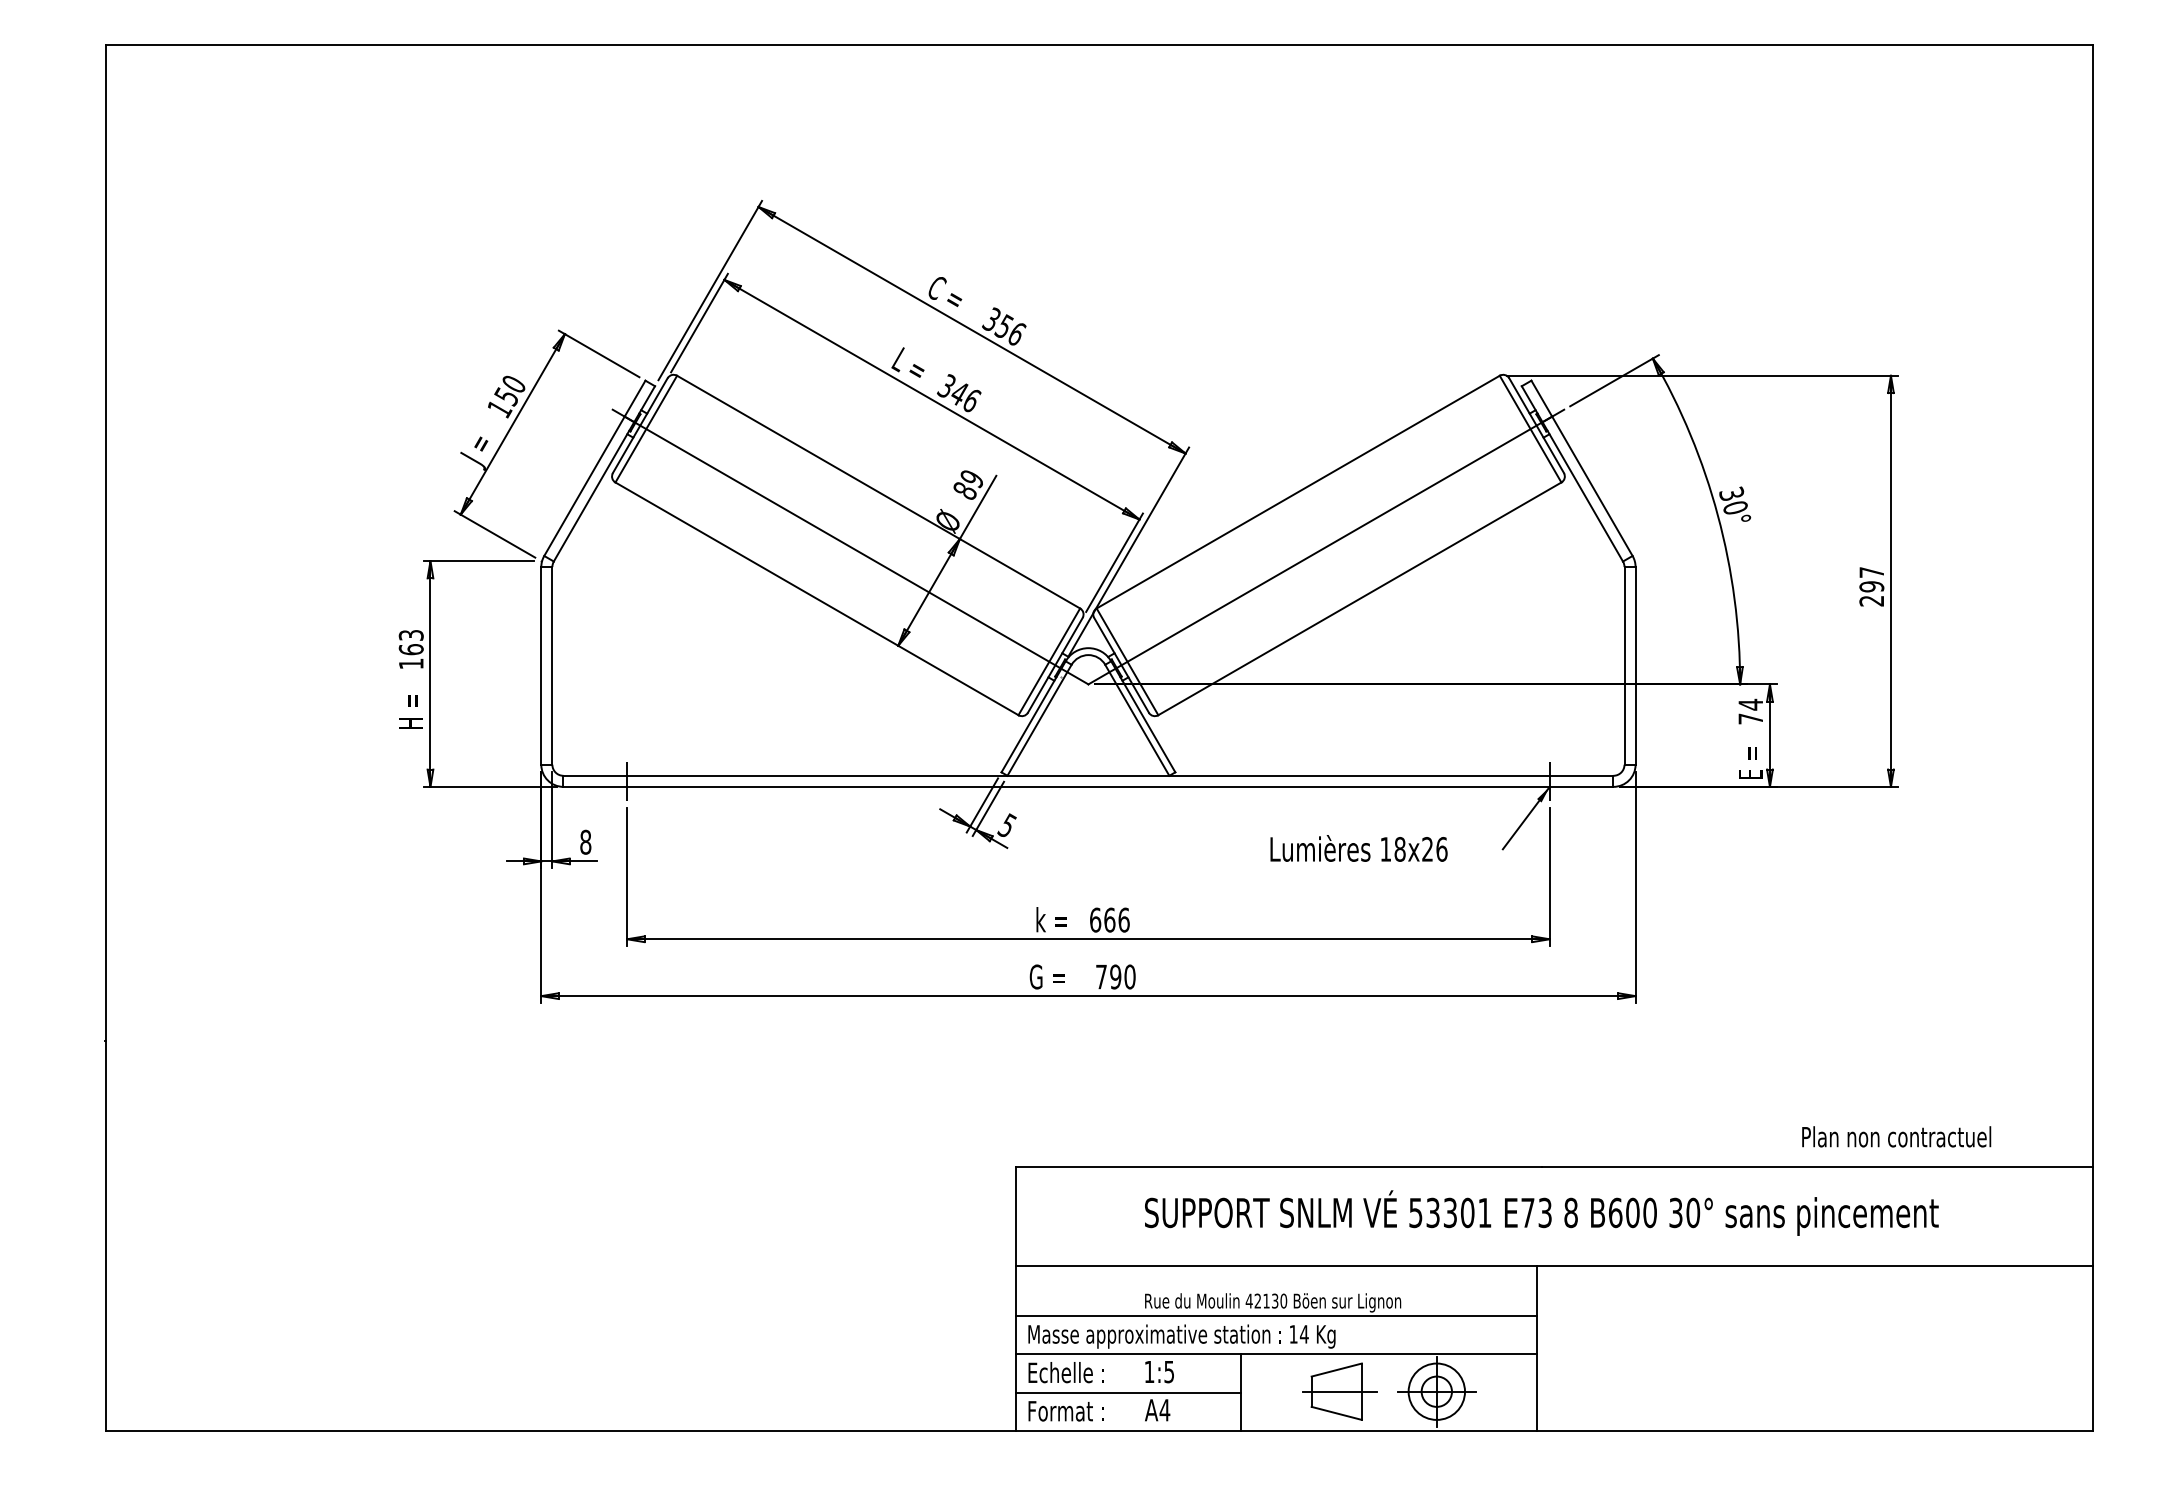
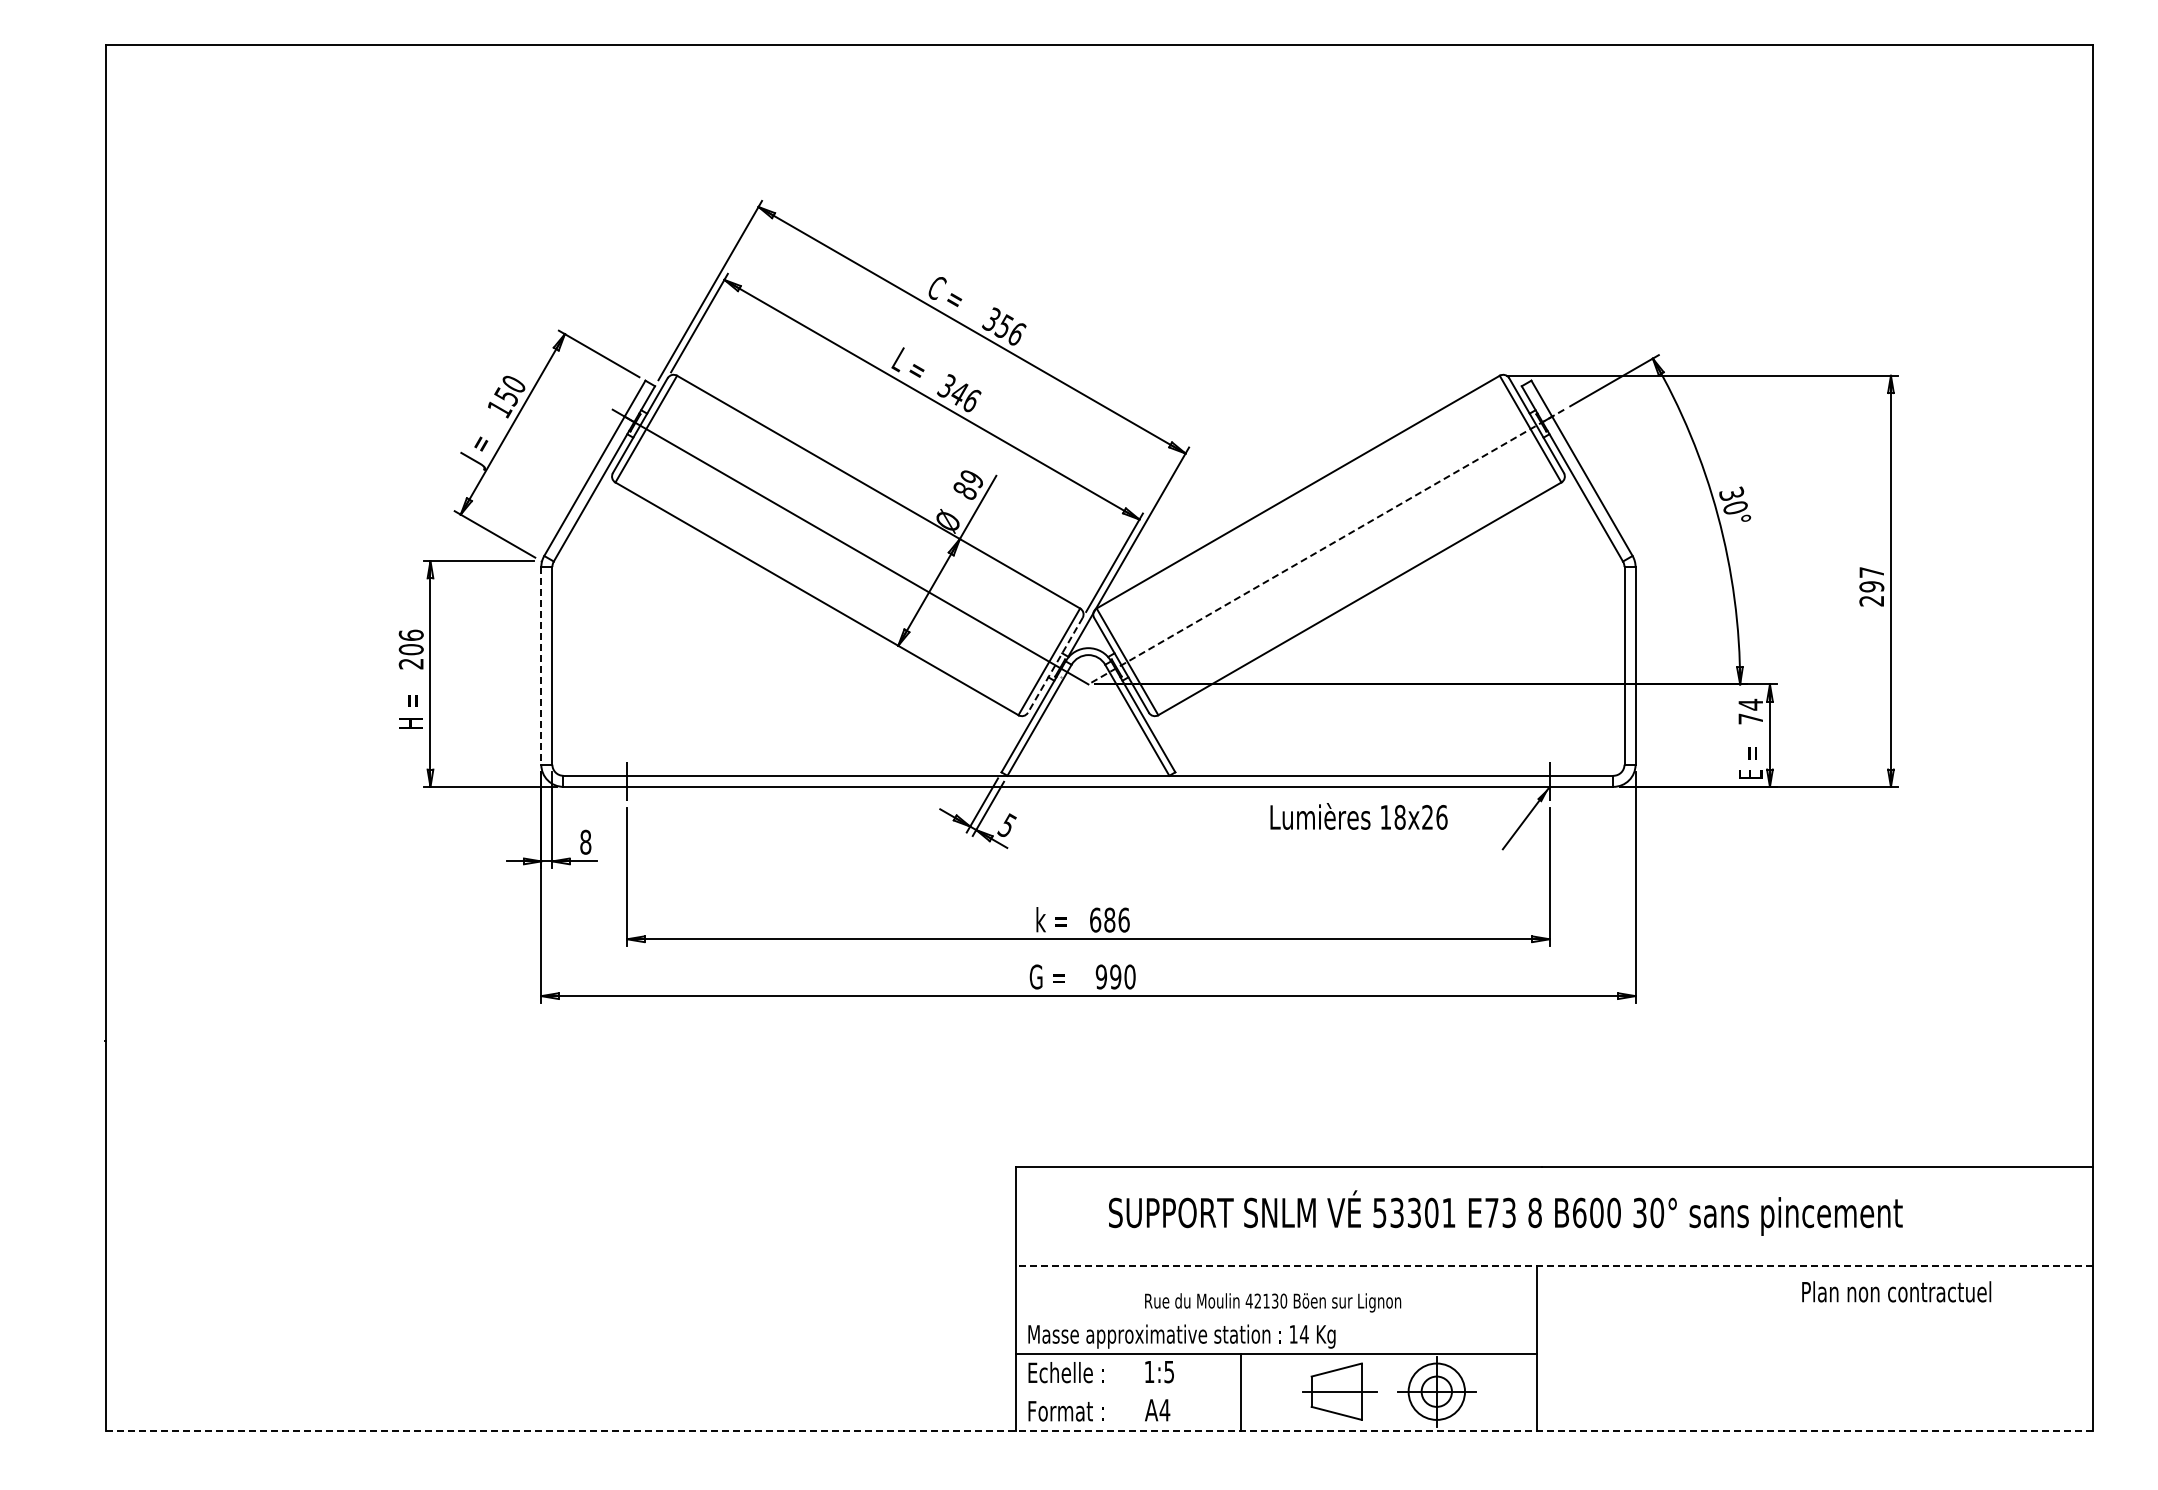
line at (1326, 547): solid -> dashed
text at (410, 649): 163 -> 206
line at (541, 665): solid -> dashed
line at (1055, 665): solid -> dashed
text at (1358, 848) position: (1358, 848) -> (1358, 816)
text at (1109, 919): 666 -> 686
text at (1101, 976): 790 -> 990
text at (1896, 1136) position: (1896, 1136) -> (1896, 1291)
text at (1541, 1212) position: (1541, 1212) -> (1505, 1212)
line at (1554, 1266): solid -> dashed
line at (1275, 1316): present -> none
line at (1128, 1392): present -> none
line at (1099, 1430): solid -> dashed
